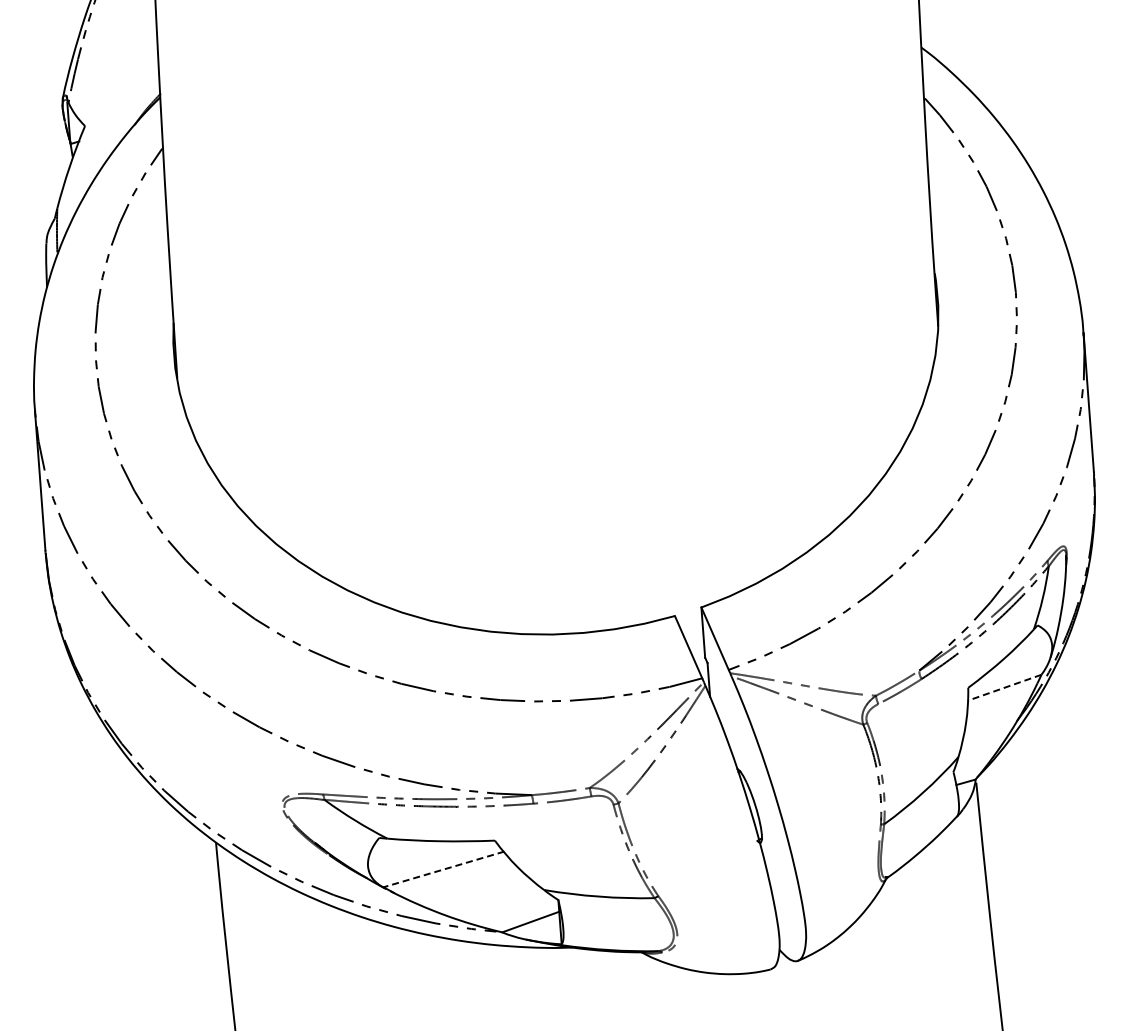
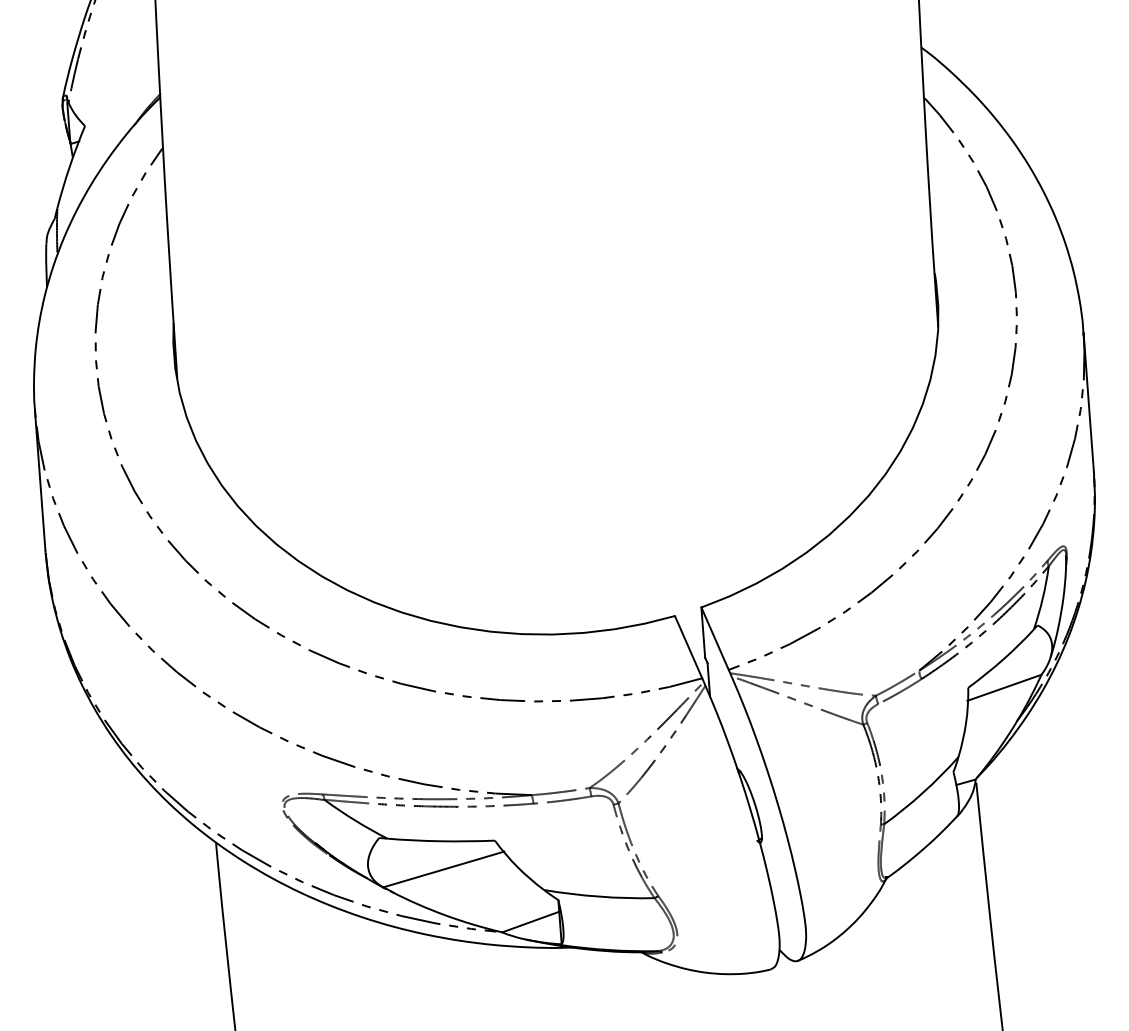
line at (1003, 687): dashed -> solid
line at (443, 869): dashed -> solid
